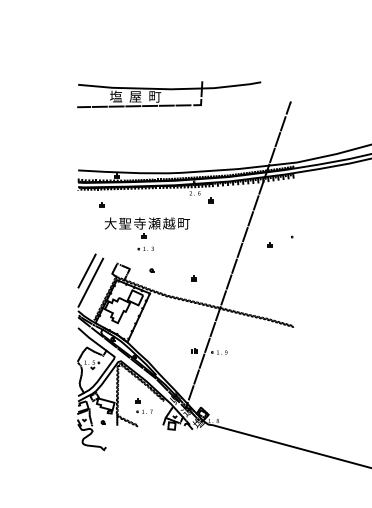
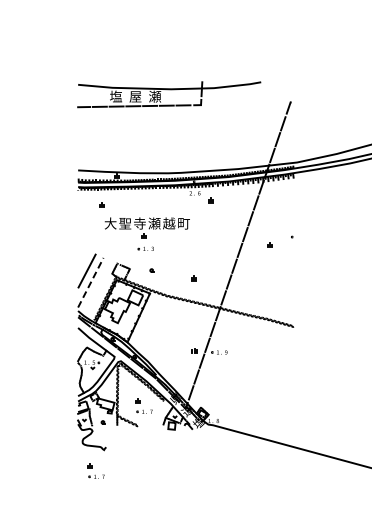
text at (155, 96): 町 -> 瀬
line at (90, 282): solid -> dashed
part at (95, 470): none -> present
